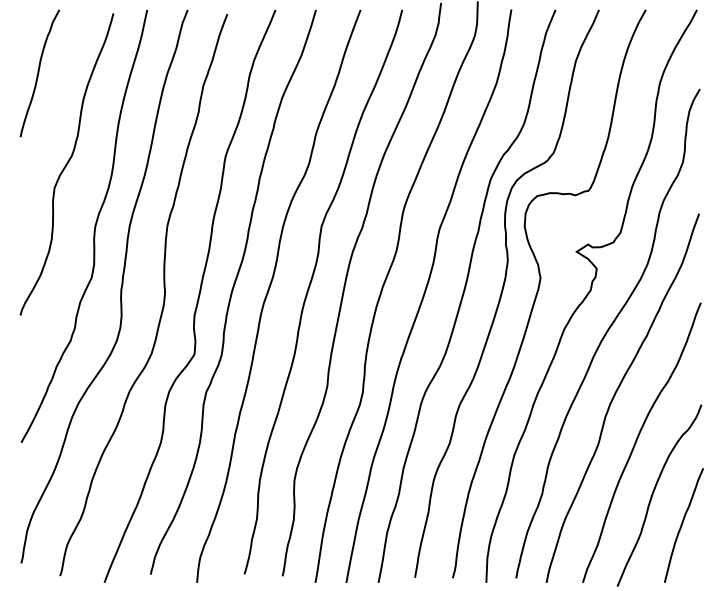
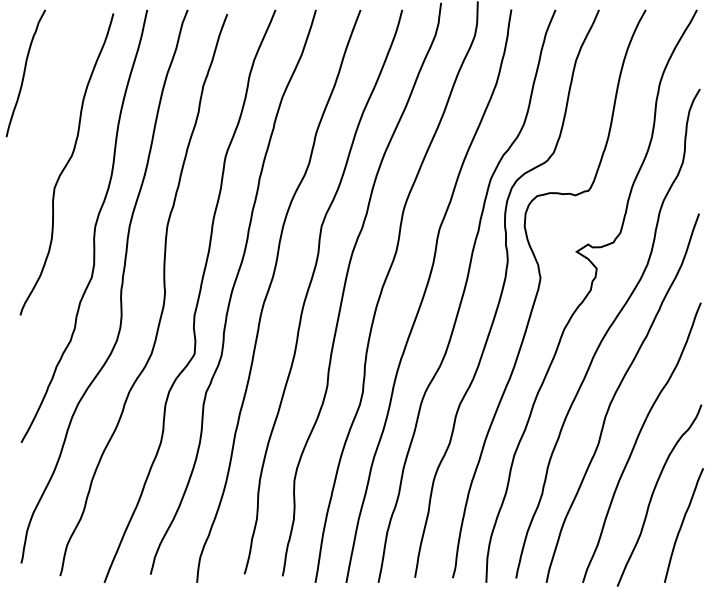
curve at (39, 73) position: (39, 73) -> (25, 73)
